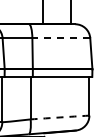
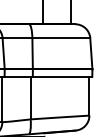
line at (61, 38): dashed -> solid
arc at (60, 117): dashed -> solid
